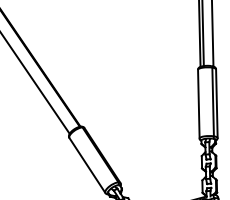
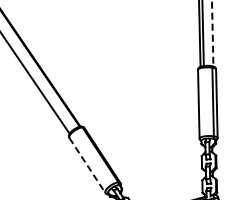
line at (212, 33): solid -> dashed
line at (87, 165): solid -> dashed
